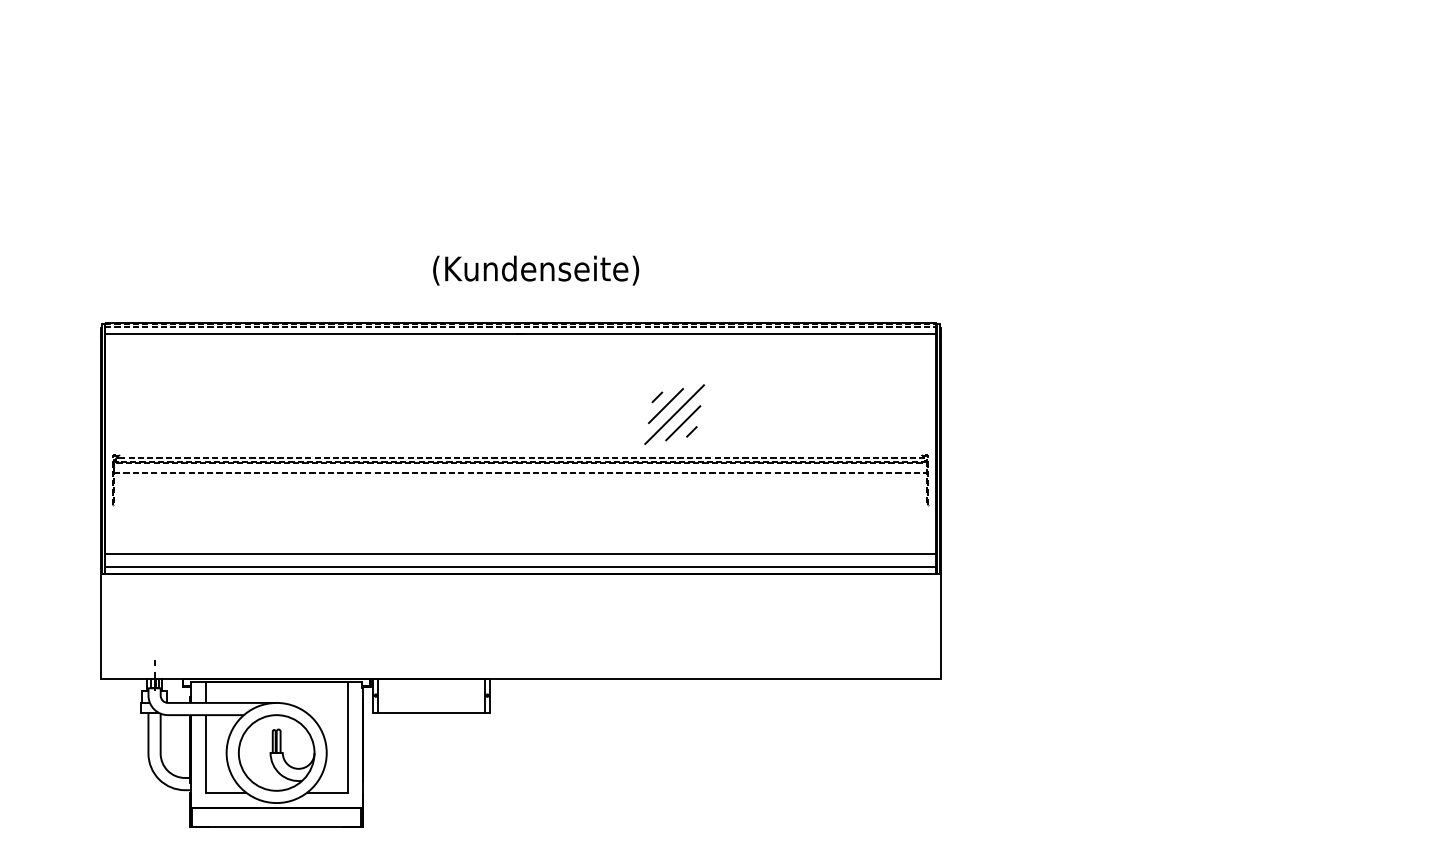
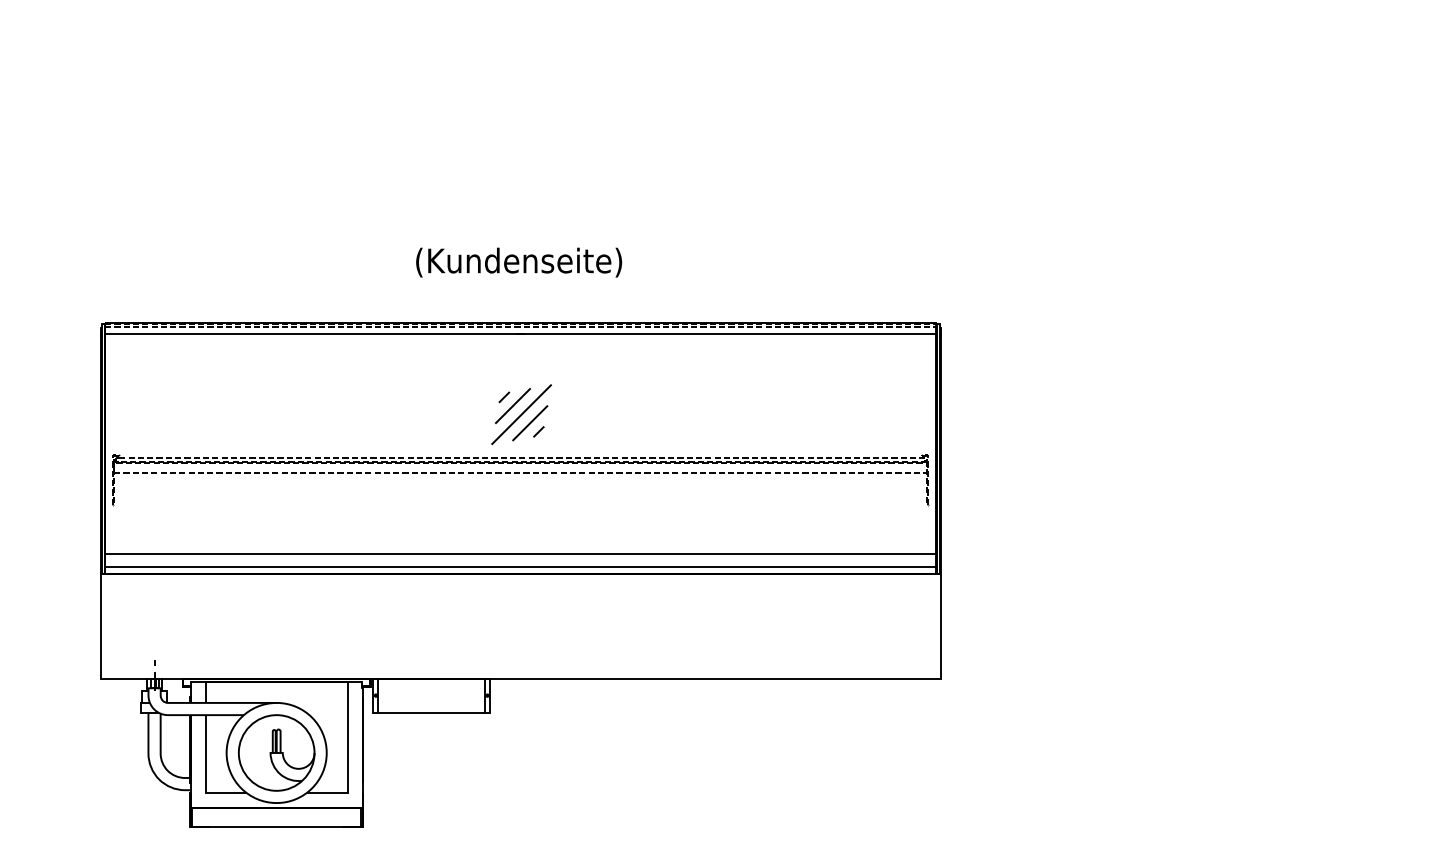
text at (536, 270) position: (536, 270) -> (519, 262)
part at (674, 414) position: (674, 414) -> (521, 414)
